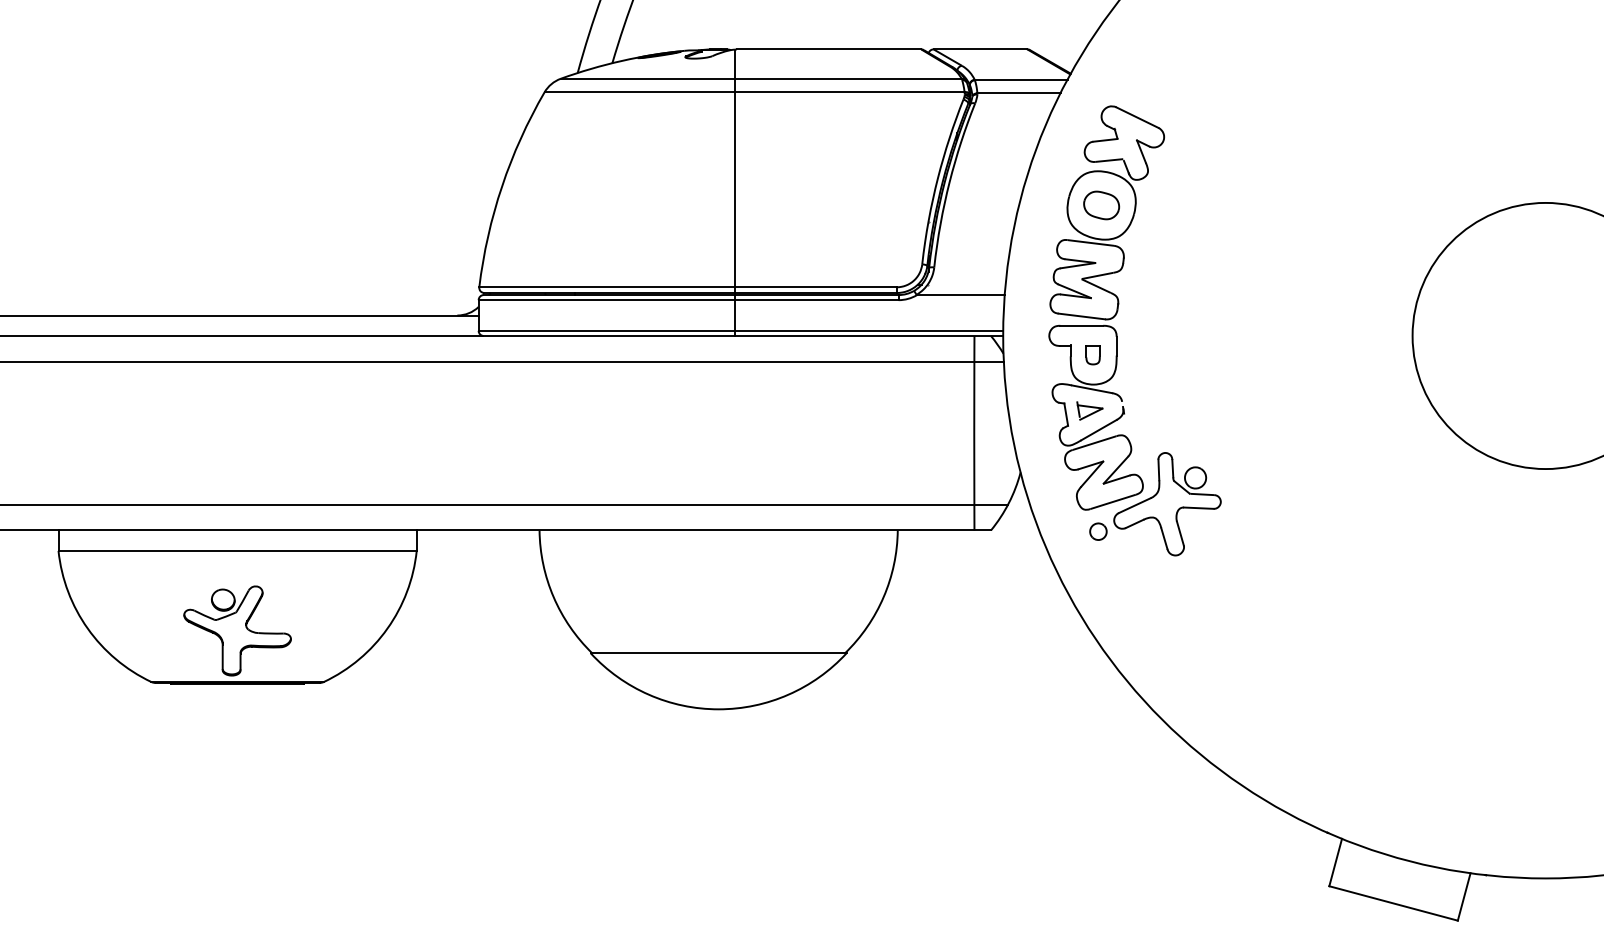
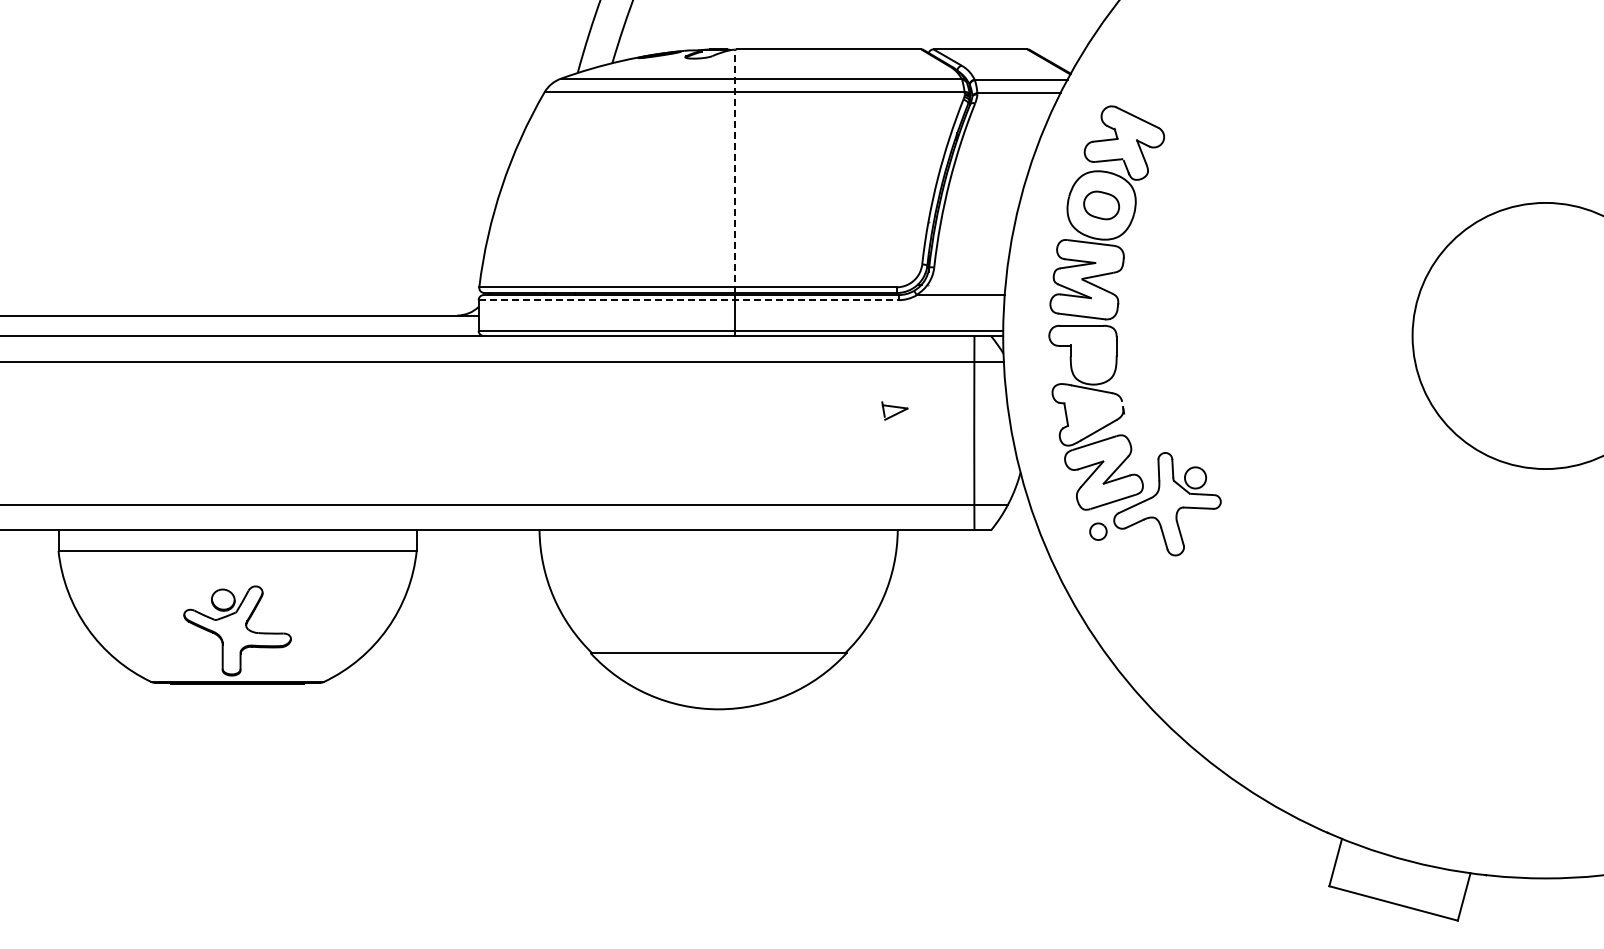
line at (734, 171): solid -> dashed
line at (688, 300): solid -> dashed
part at (1092, 355): present -> none
part at (1089, 410) position: (1089, 410) -> (894, 410)
